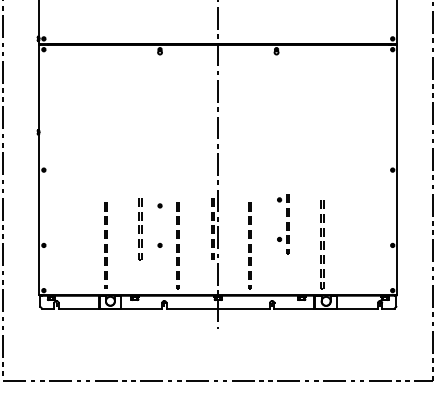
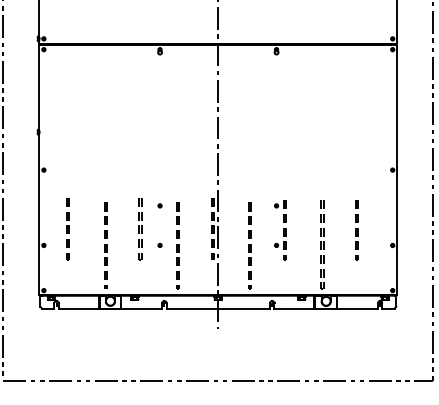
part at (283, 224) position: (283, 224) -> (280, 230)
line at (67, 229): none -> present
line at (356, 230): none -> present
